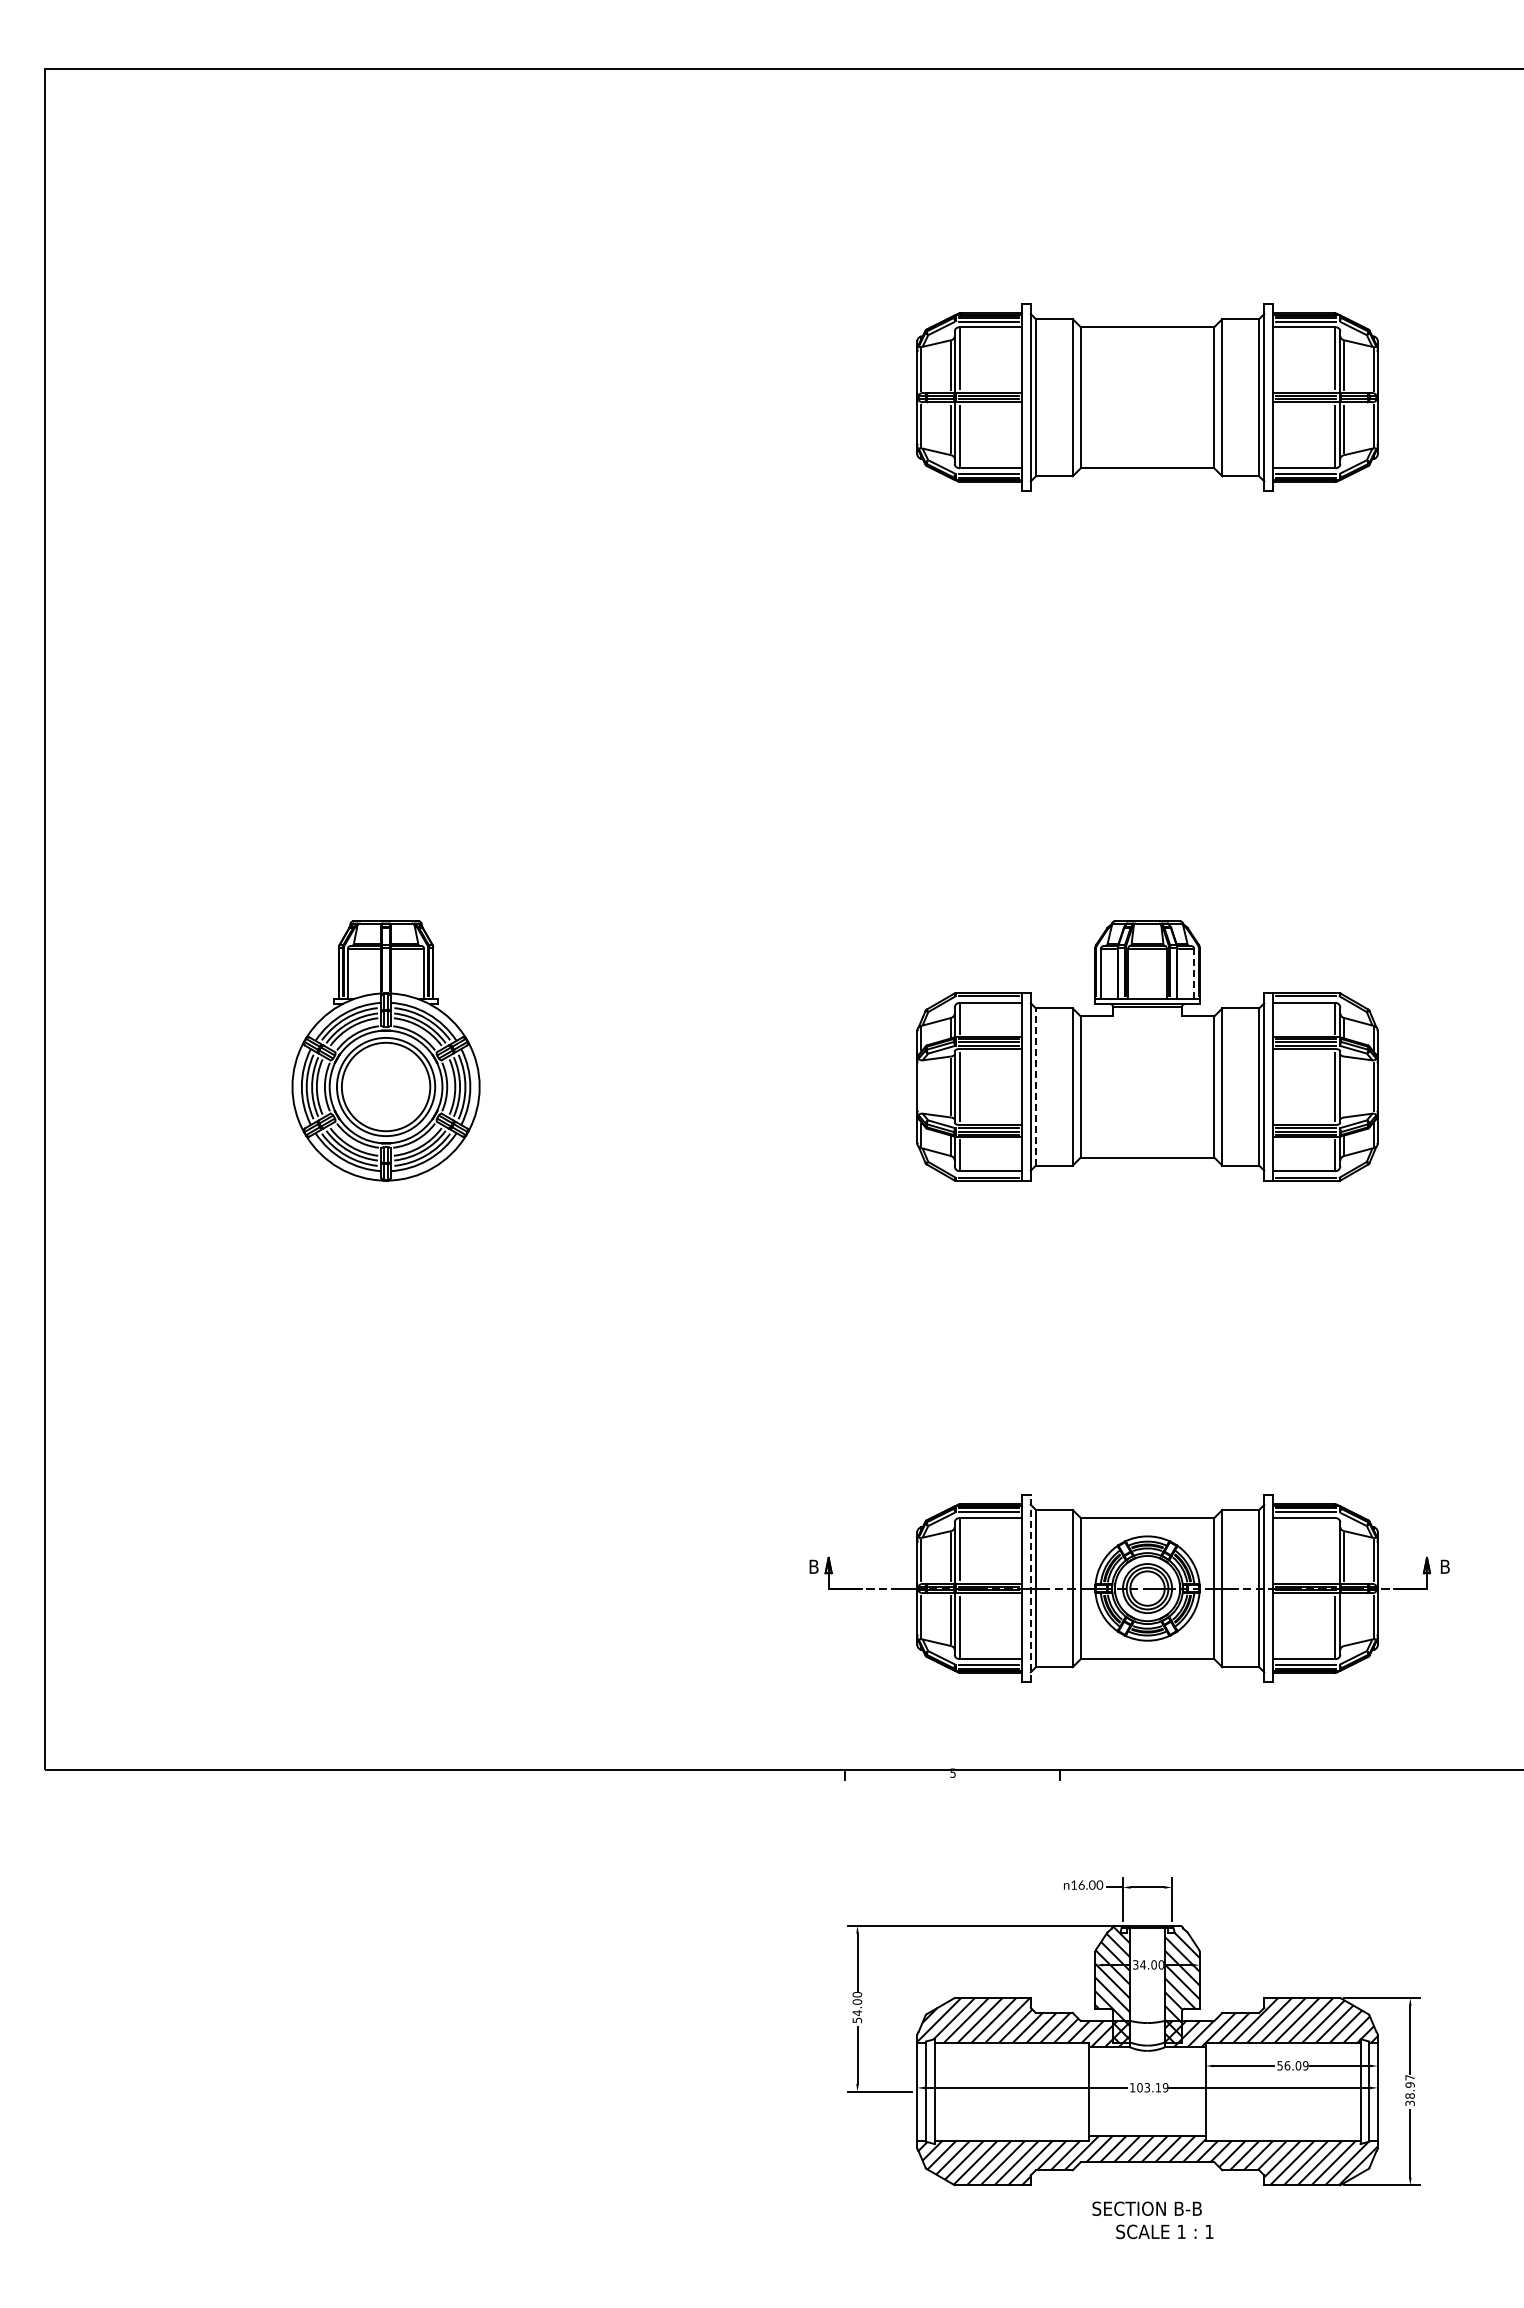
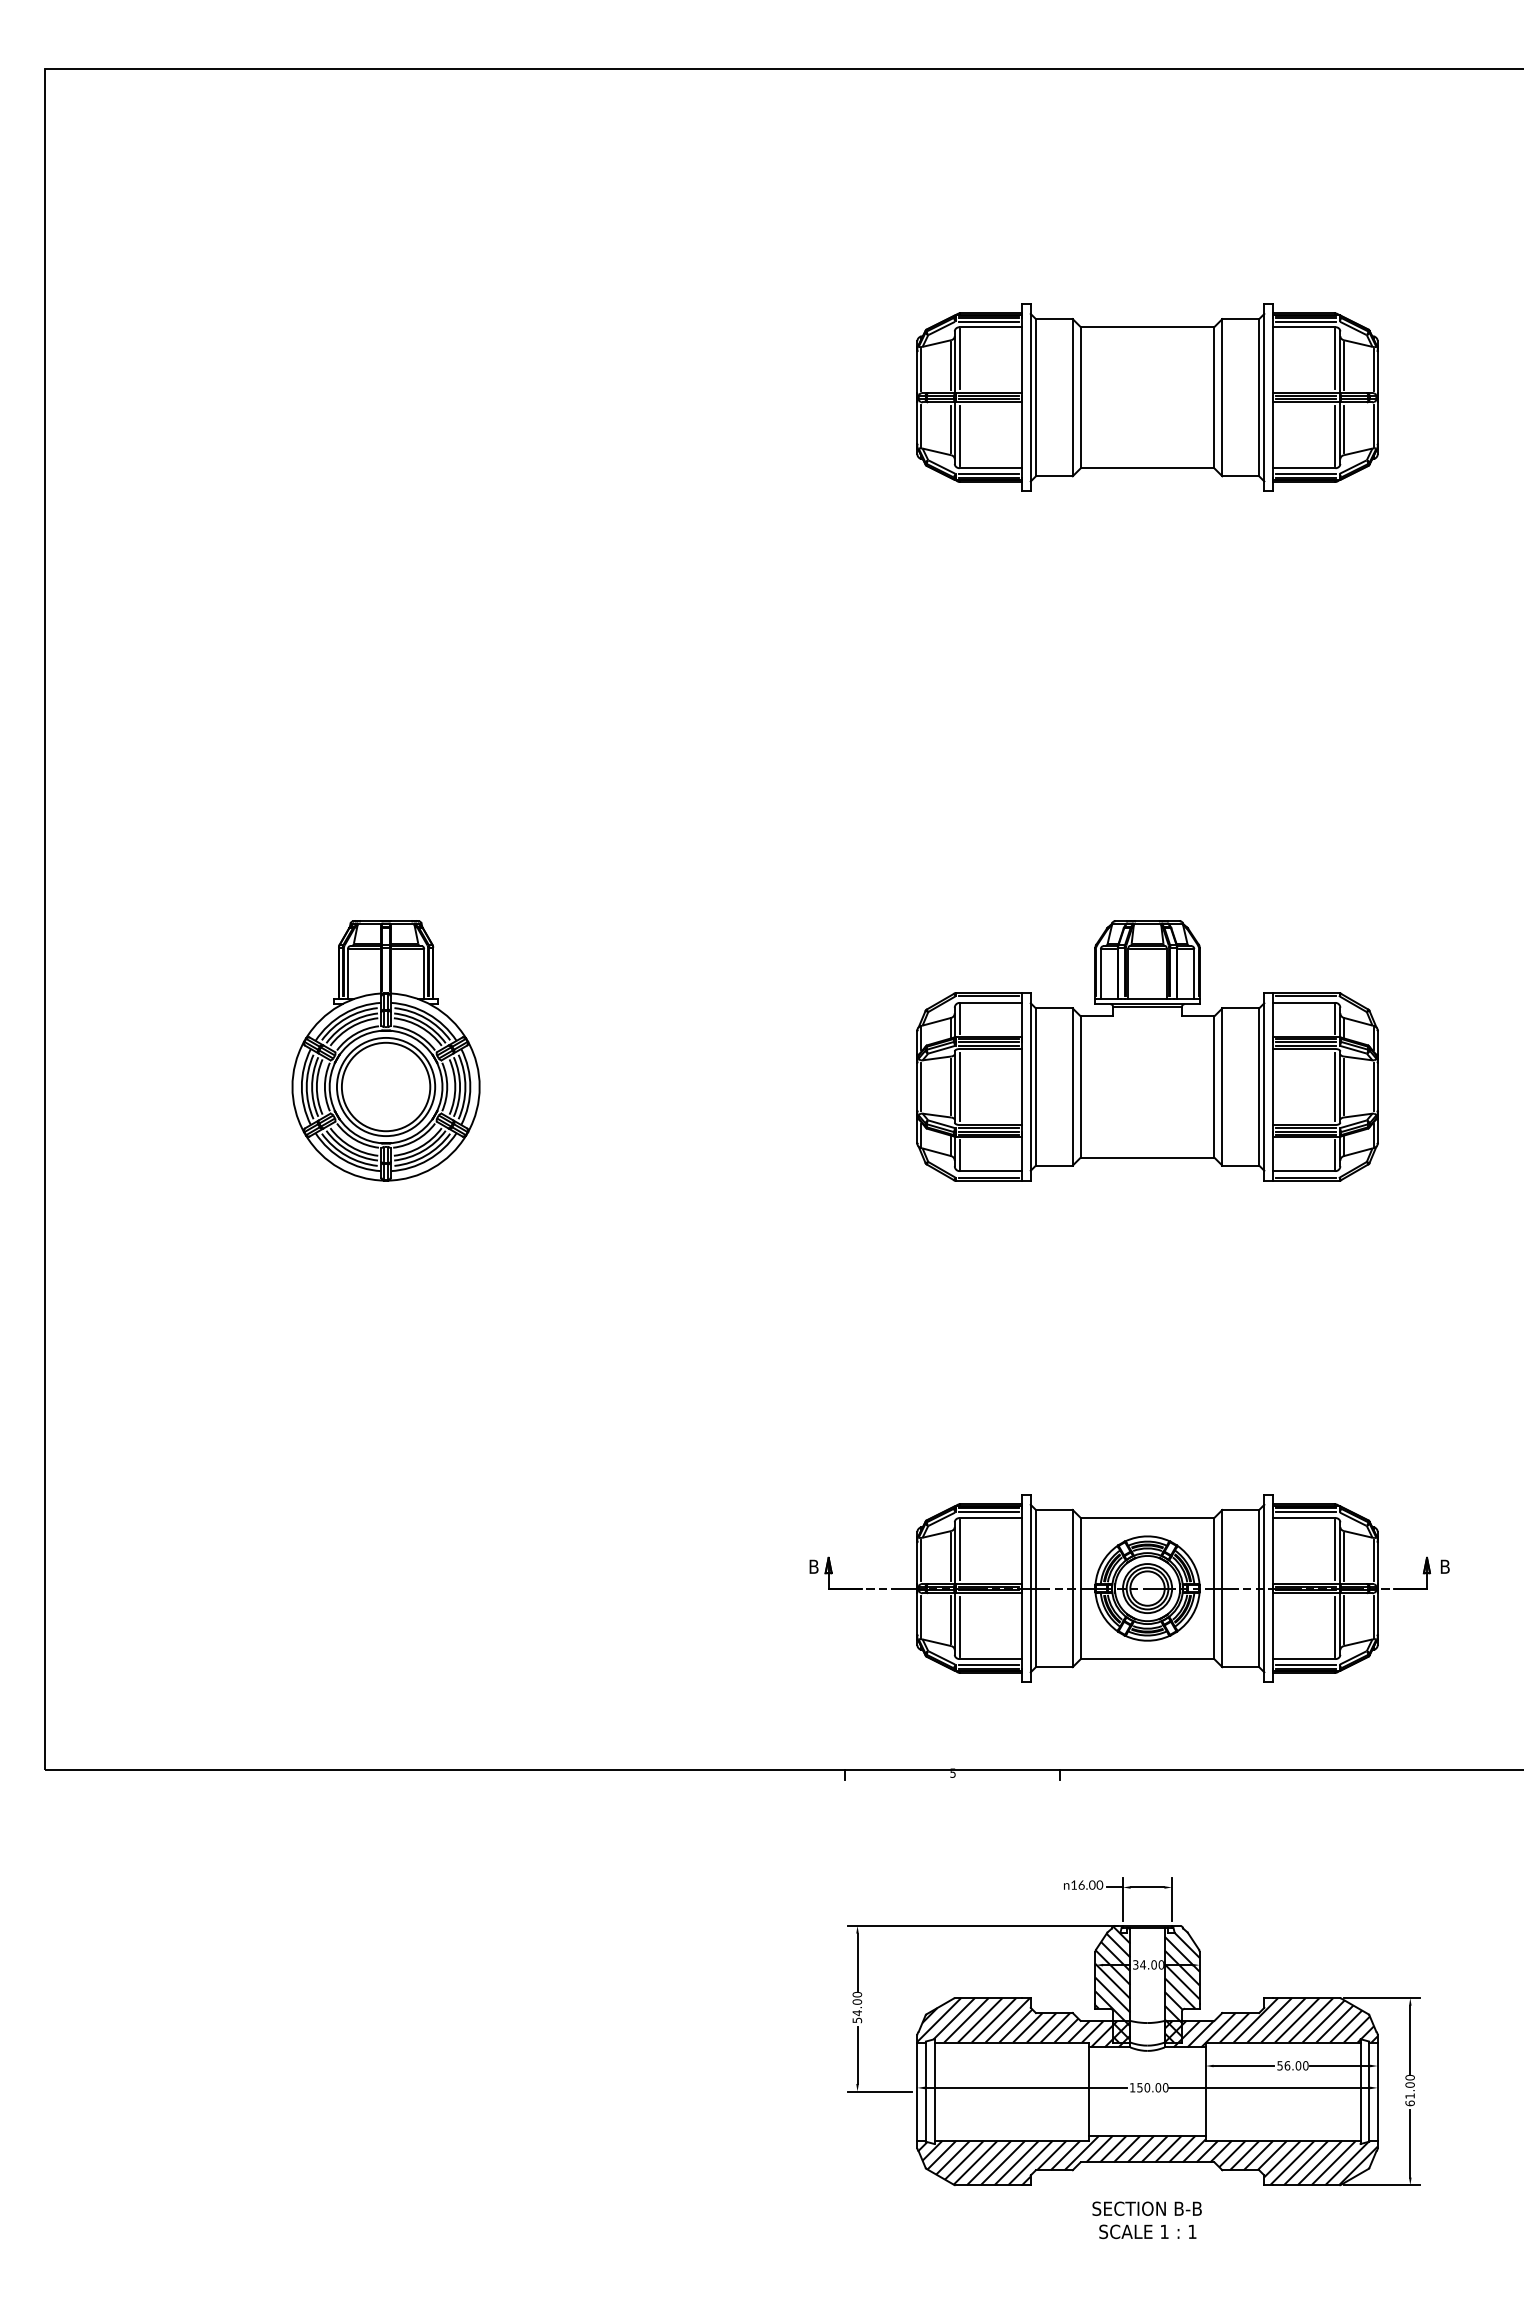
line at (1194, 974): dashed -> solid
line at (920, 1086): none -> present
line at (1343, 1086): none -> present
line at (1035, 1087): dashed -> solid
line at (1335, 1549): none -> present
line at (1030, 1588): dashed -> solid
line at (1343, 1620): none -> present
text at (1305, 2065): 56.09 -> 56.00
text at (1152, 2087): 103.19 -> 150.00
text at (1409, 2090): 38.97 -> 61.00
text at (1164, 2231) position: (1164, 2231) -> (1147, 2231)
